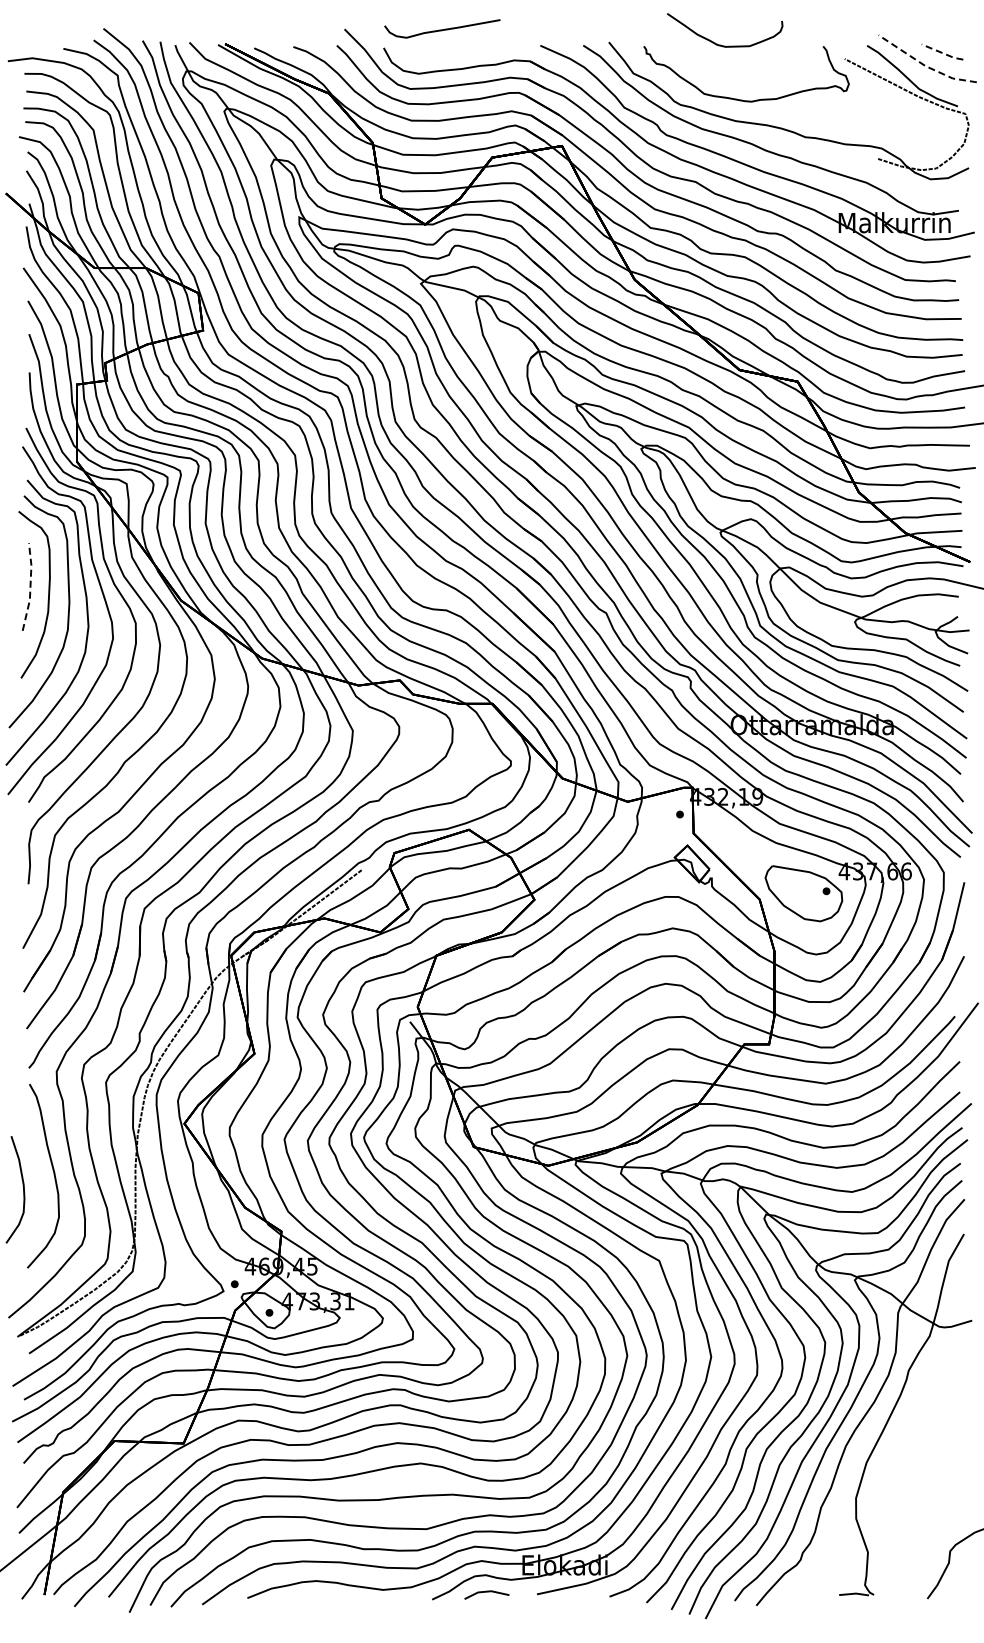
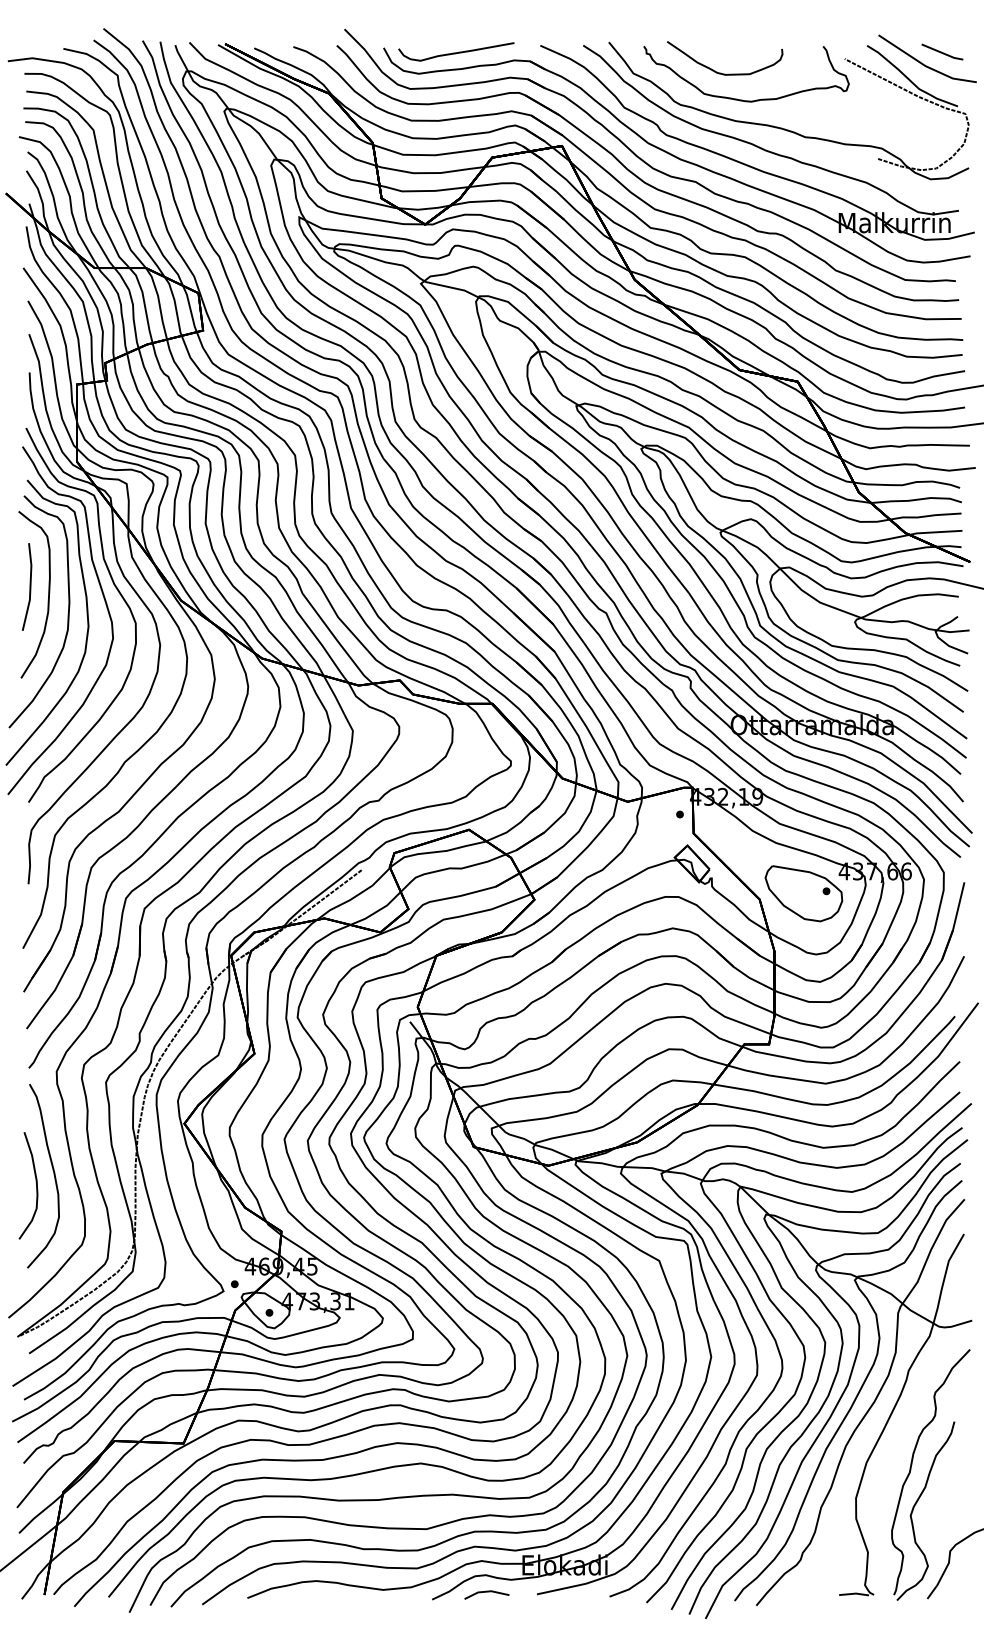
curve at (442, 29) position: (442, 29) -> (456, 52)
curve at (720, 44) position: (720, 44) -> (720, 72)
line at (942, 53): dashed -> solid
line at (925, 66): dashed -> solid
line at (30, 587): dashed -> solid
curve at (22, 1186) position: (22, 1186) -> (35, 1182)
part at (930, 1474): none -> present
